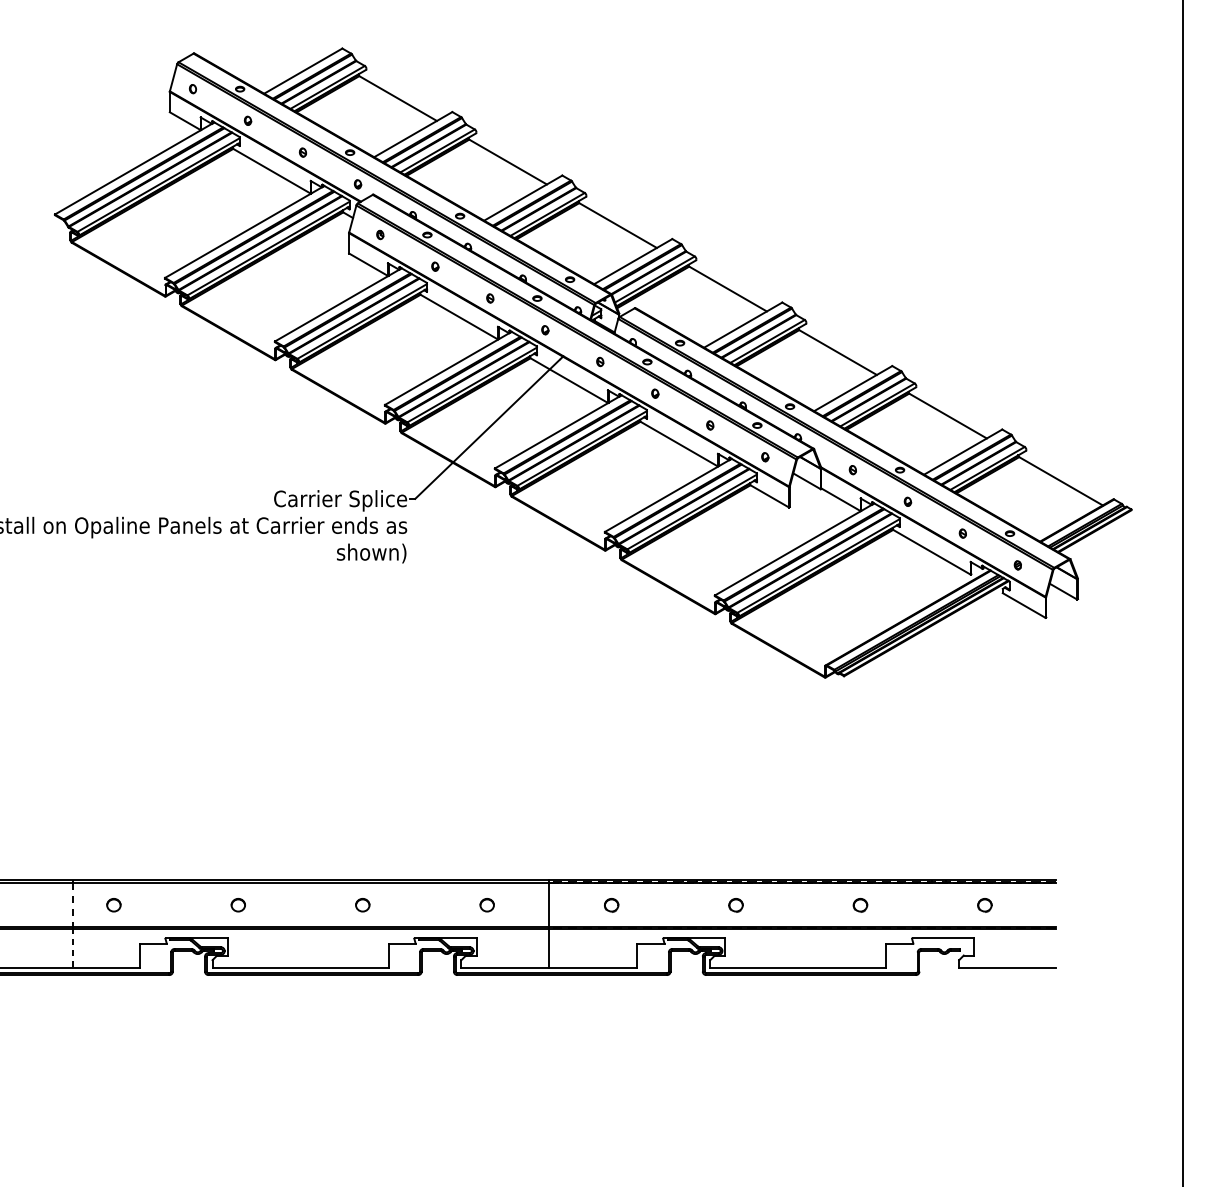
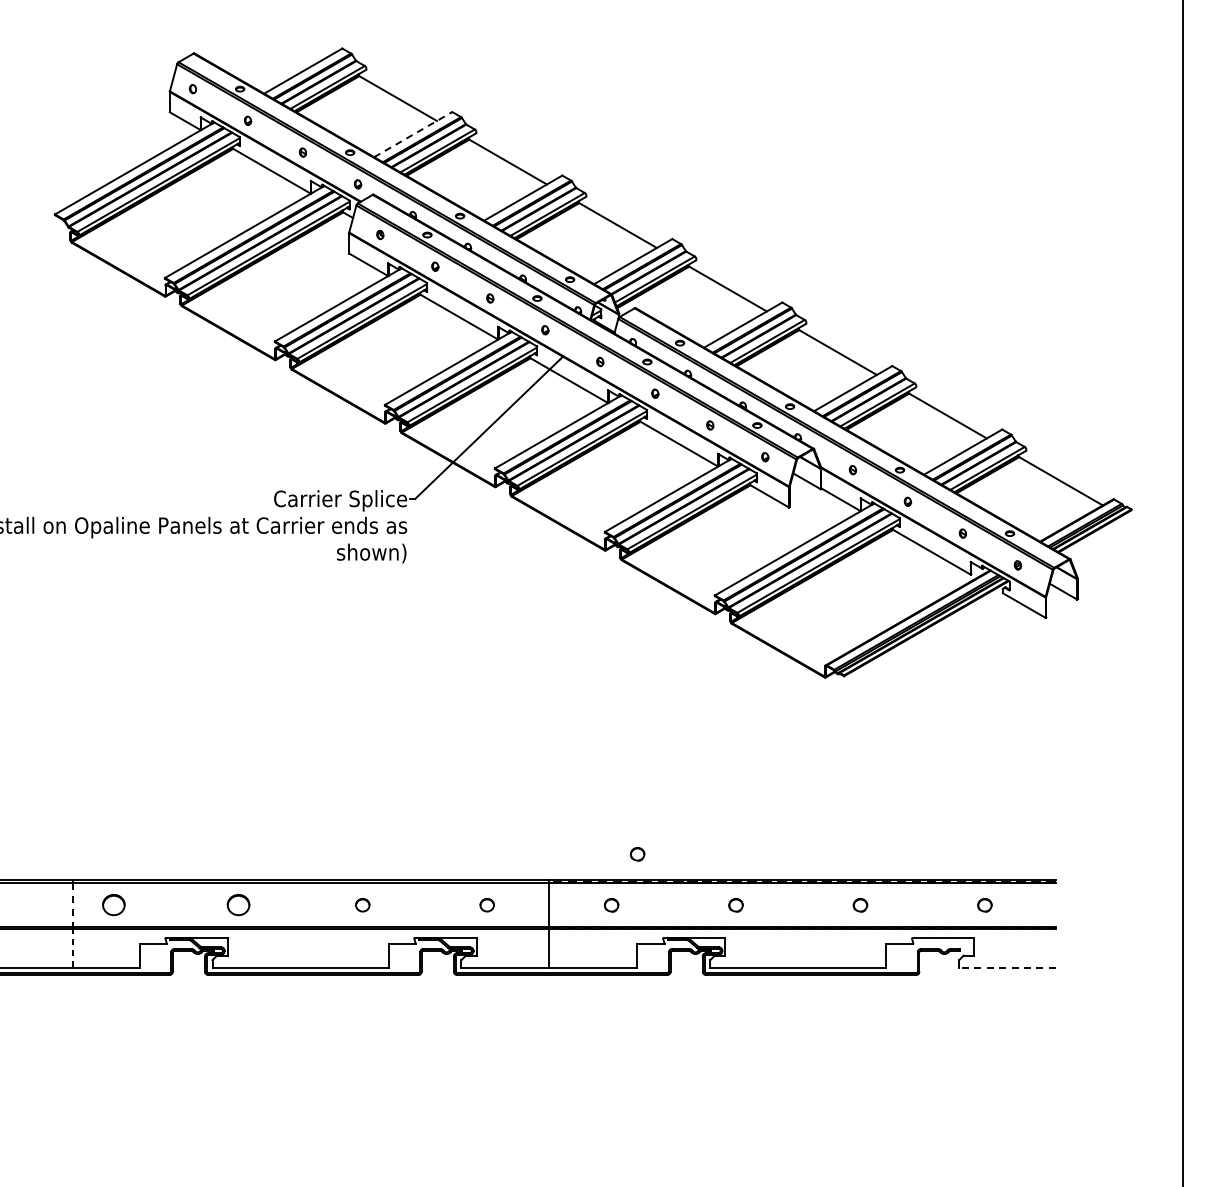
line at (413, 134): solid -> dashed
part at (637, 854): none -> present
part at (113, 905) size: 16x15 px -> 24x23 px
part at (237, 905) size: 16x15 px -> 25x23 px
line at (1007, 968): solid -> dashed
